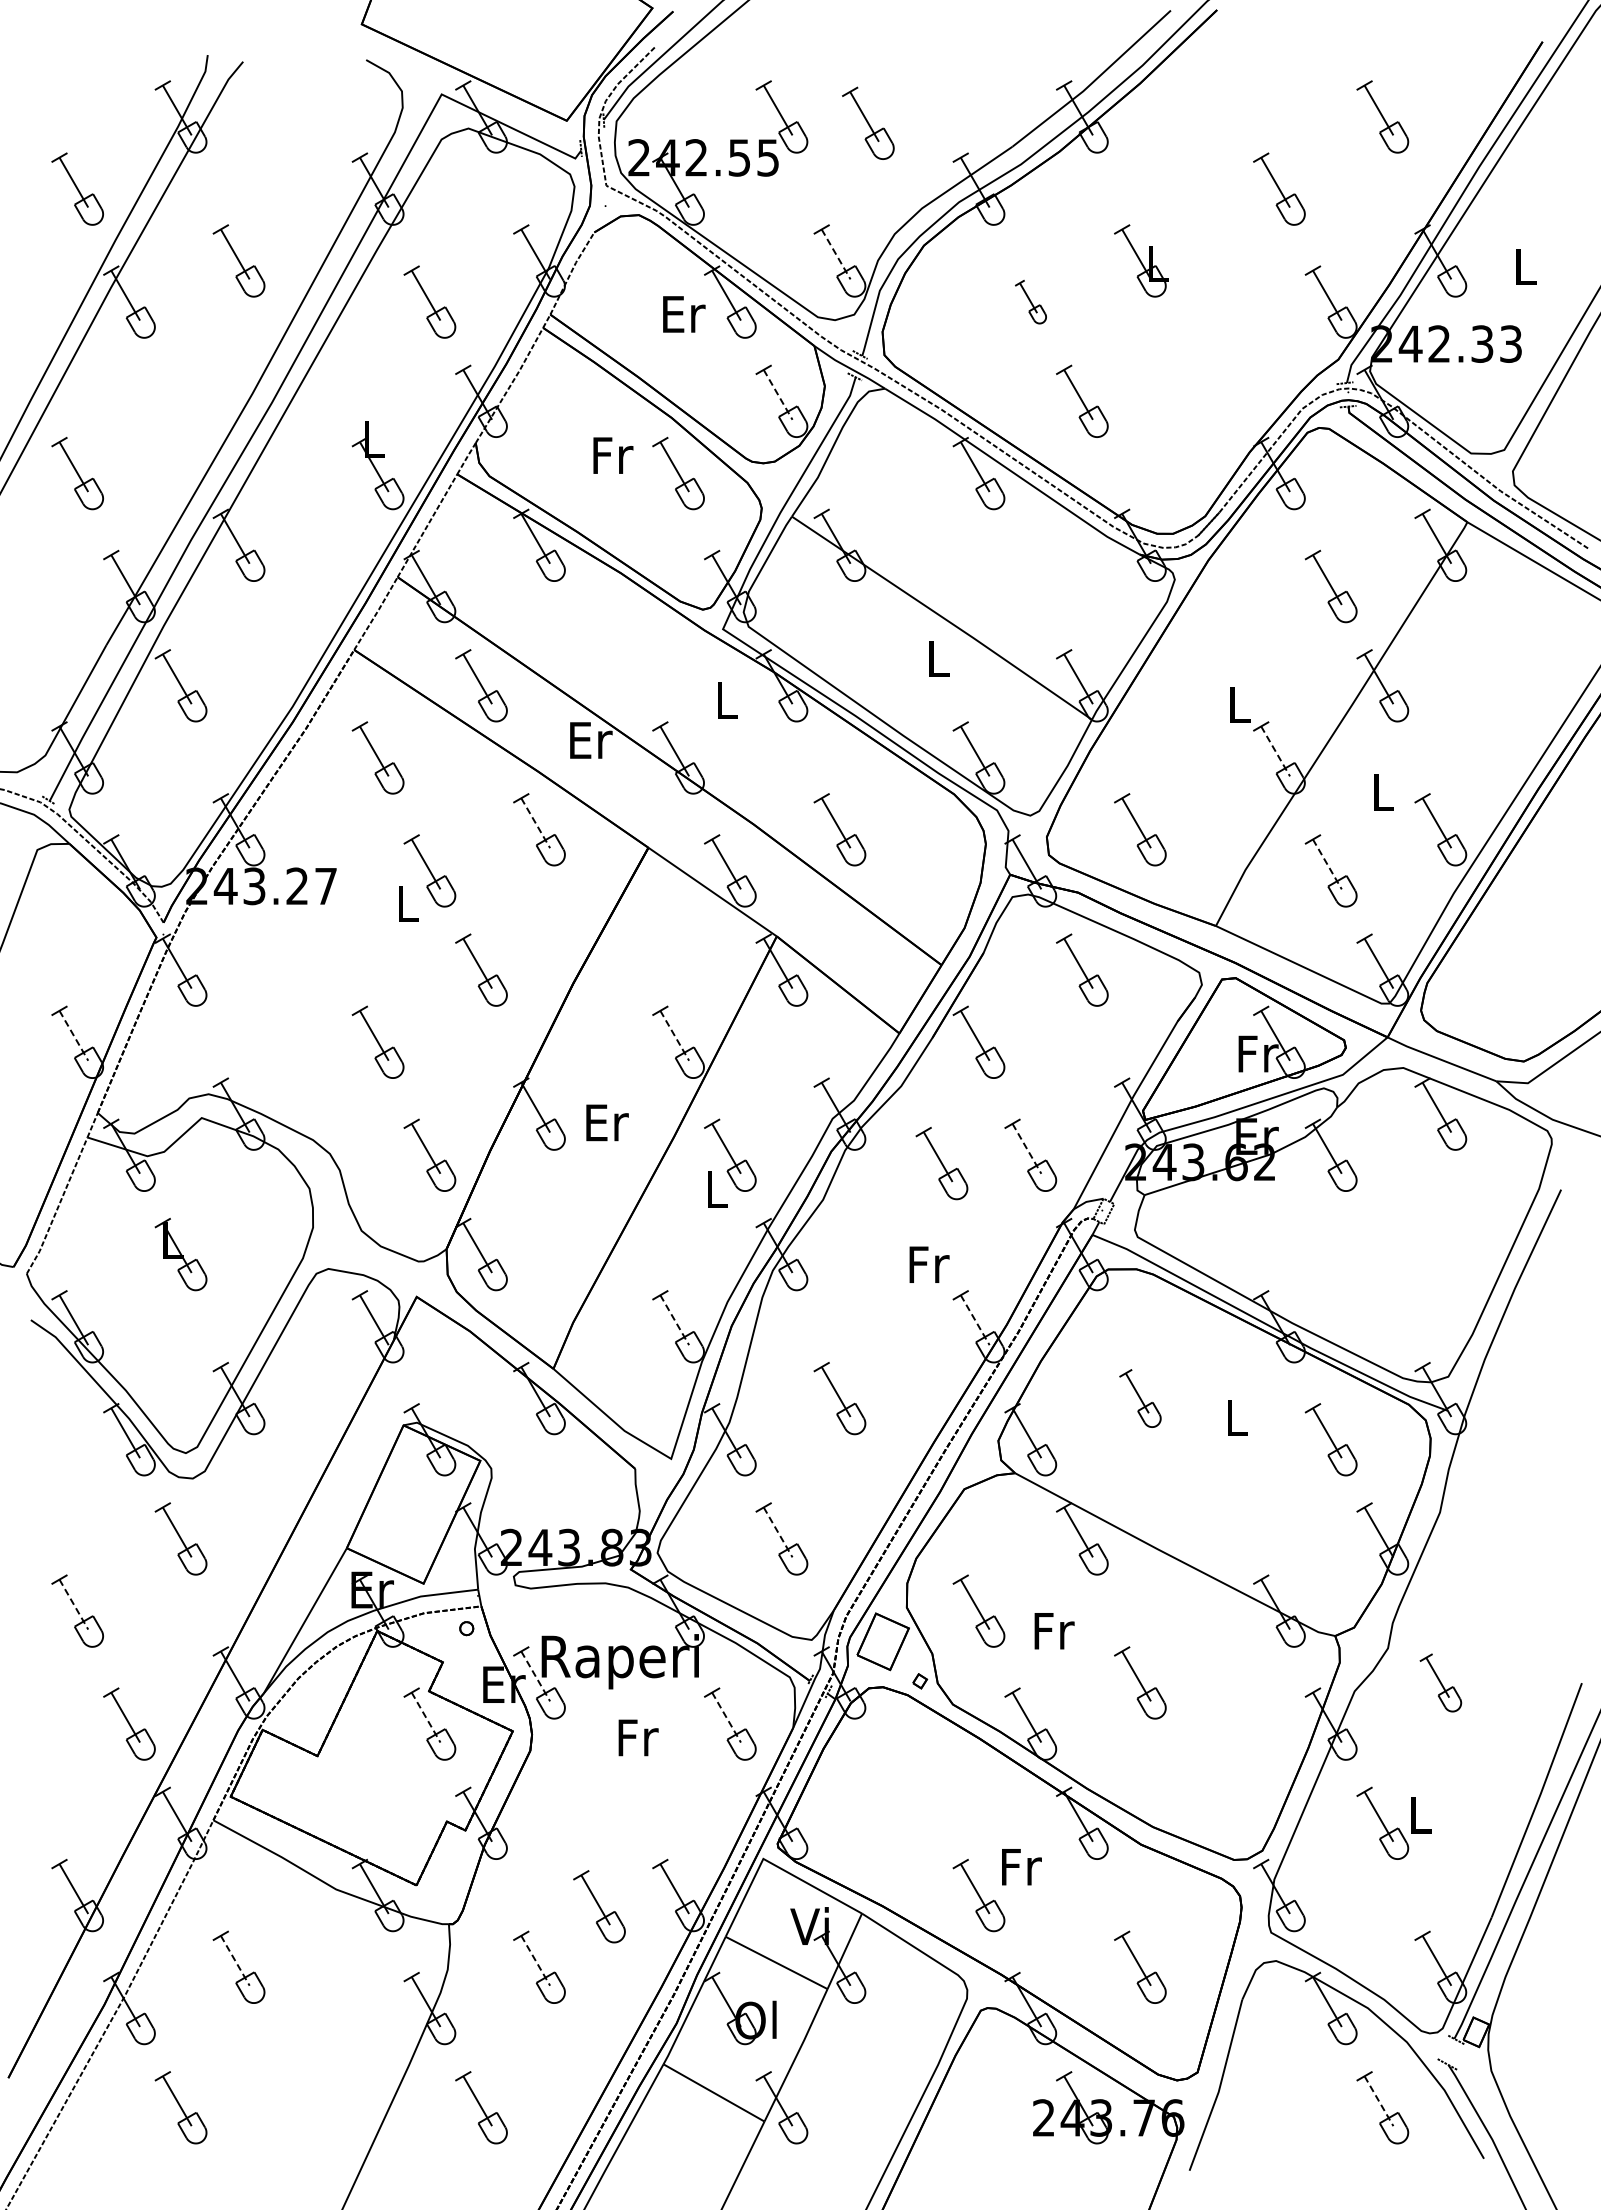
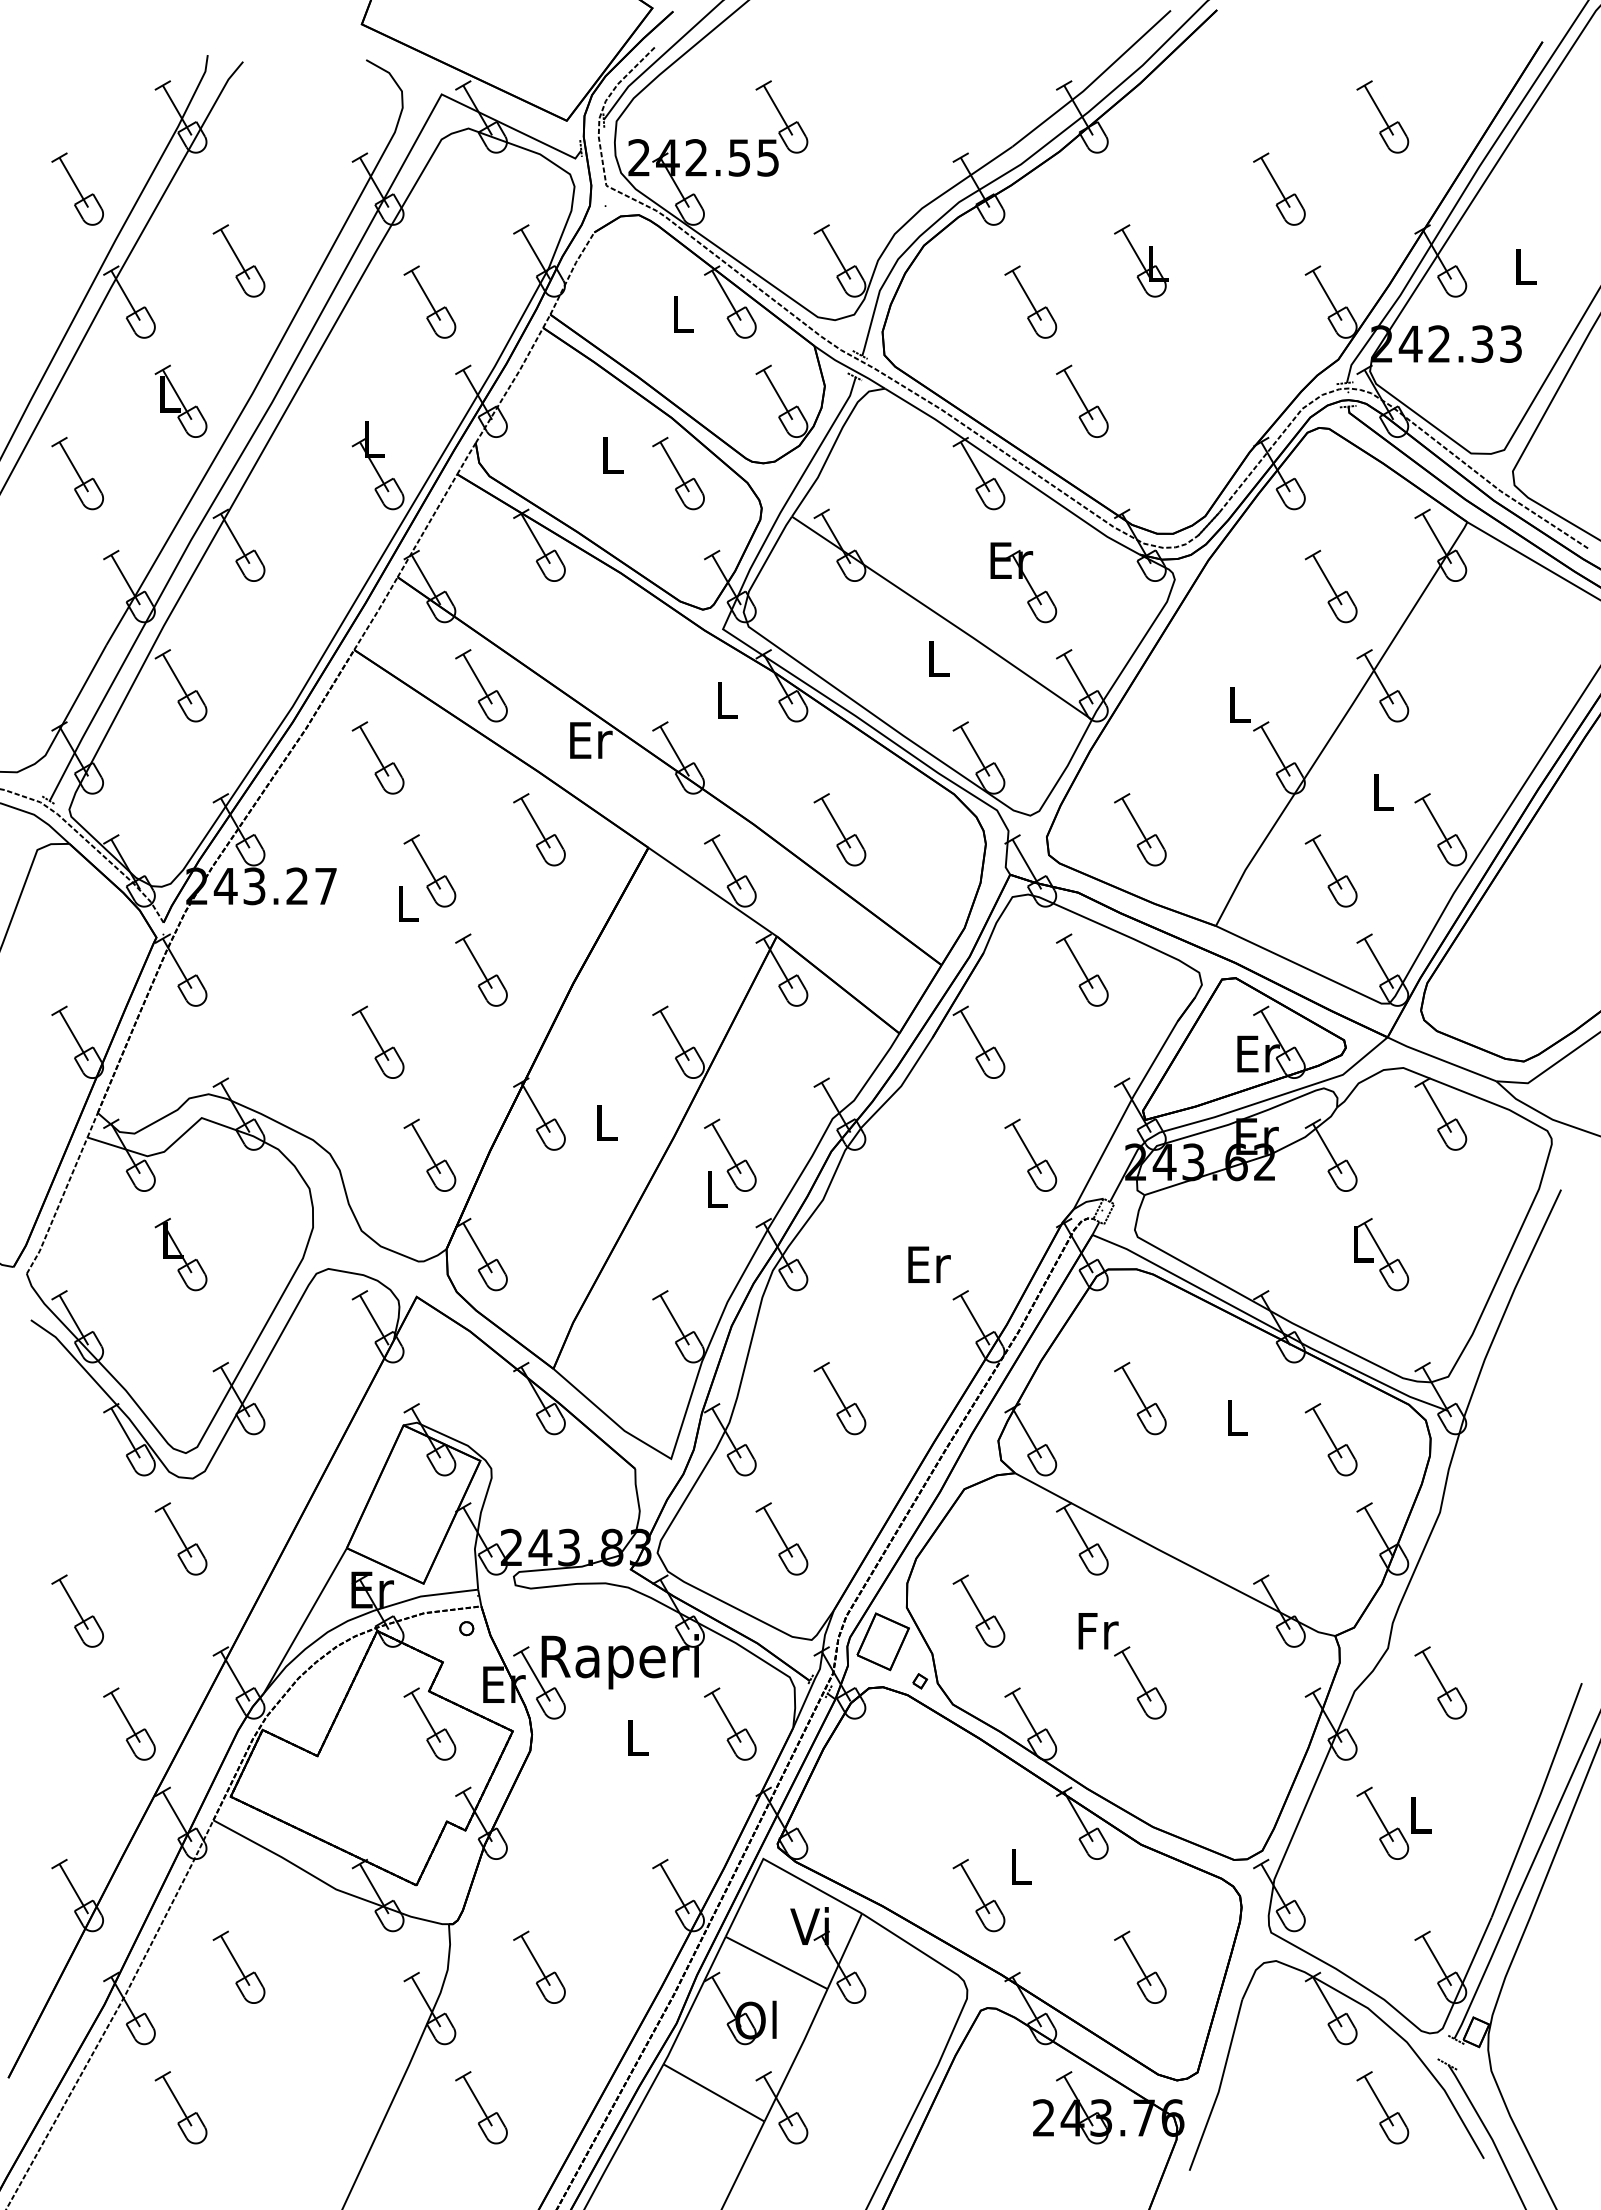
part at (868, 122): present -> none
line at (836, 254): dashed -> solid
part at (1030, 301) size: 32x46 px -> 54x74 px
text at (684, 314): Er -> L
line at (778, 394): dashed -> solid
part at (180, 400): none -> present
text at (613, 455): Fr -> L
part at (1023, 582): none -> present
line at (1275, 751): dashed -> solid
line at (535, 823): dashed -> solid
line at (1327, 864): dashed -> solid
line at (73, 1035): dashed -> solid
line at (674, 1035): dashed -> solid
text at (1258, 1053): Fr -> Er
text at (607, 1122): Er -> L
line at (1026, 1148): dashed -> solid
part at (941, 1163): present -> none
part at (1381, 1254): none -> present
text at (929, 1264): Fr -> Er
line at (674, 1320): dashed -> solid
line at (975, 1320): dashed -> solid
part at (1140, 1398) size: 43x59 px -> 53x75 px
line at (778, 1532): dashed -> solid
line at (73, 1604): dashed -> solid
text at (1054, 1631) position: (1054, 1631) -> (1098, 1631)
line at (535, 1676): dashed -> solid
part at (1440, 1682) size: 44x60 px -> 54x74 px
line at (426, 1717): dashed -> solid
line at (726, 1717): dashed -> solid
text at (638, 1737): Fr -> L
text at (1021, 1867): Fr -> L
part at (599, 1906): present -> none
line at (235, 1960): dashed -> solid
line at (535, 1960): dashed -> solid
line at (1379, 2101): dashed -> solid
